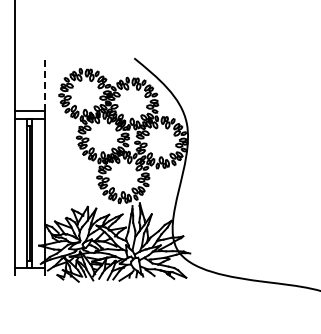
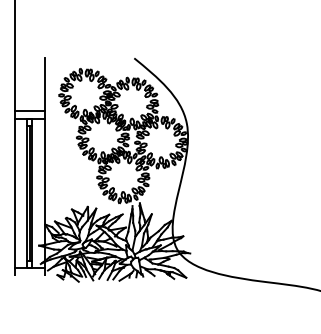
line at (44, 84): dashed -> solid
